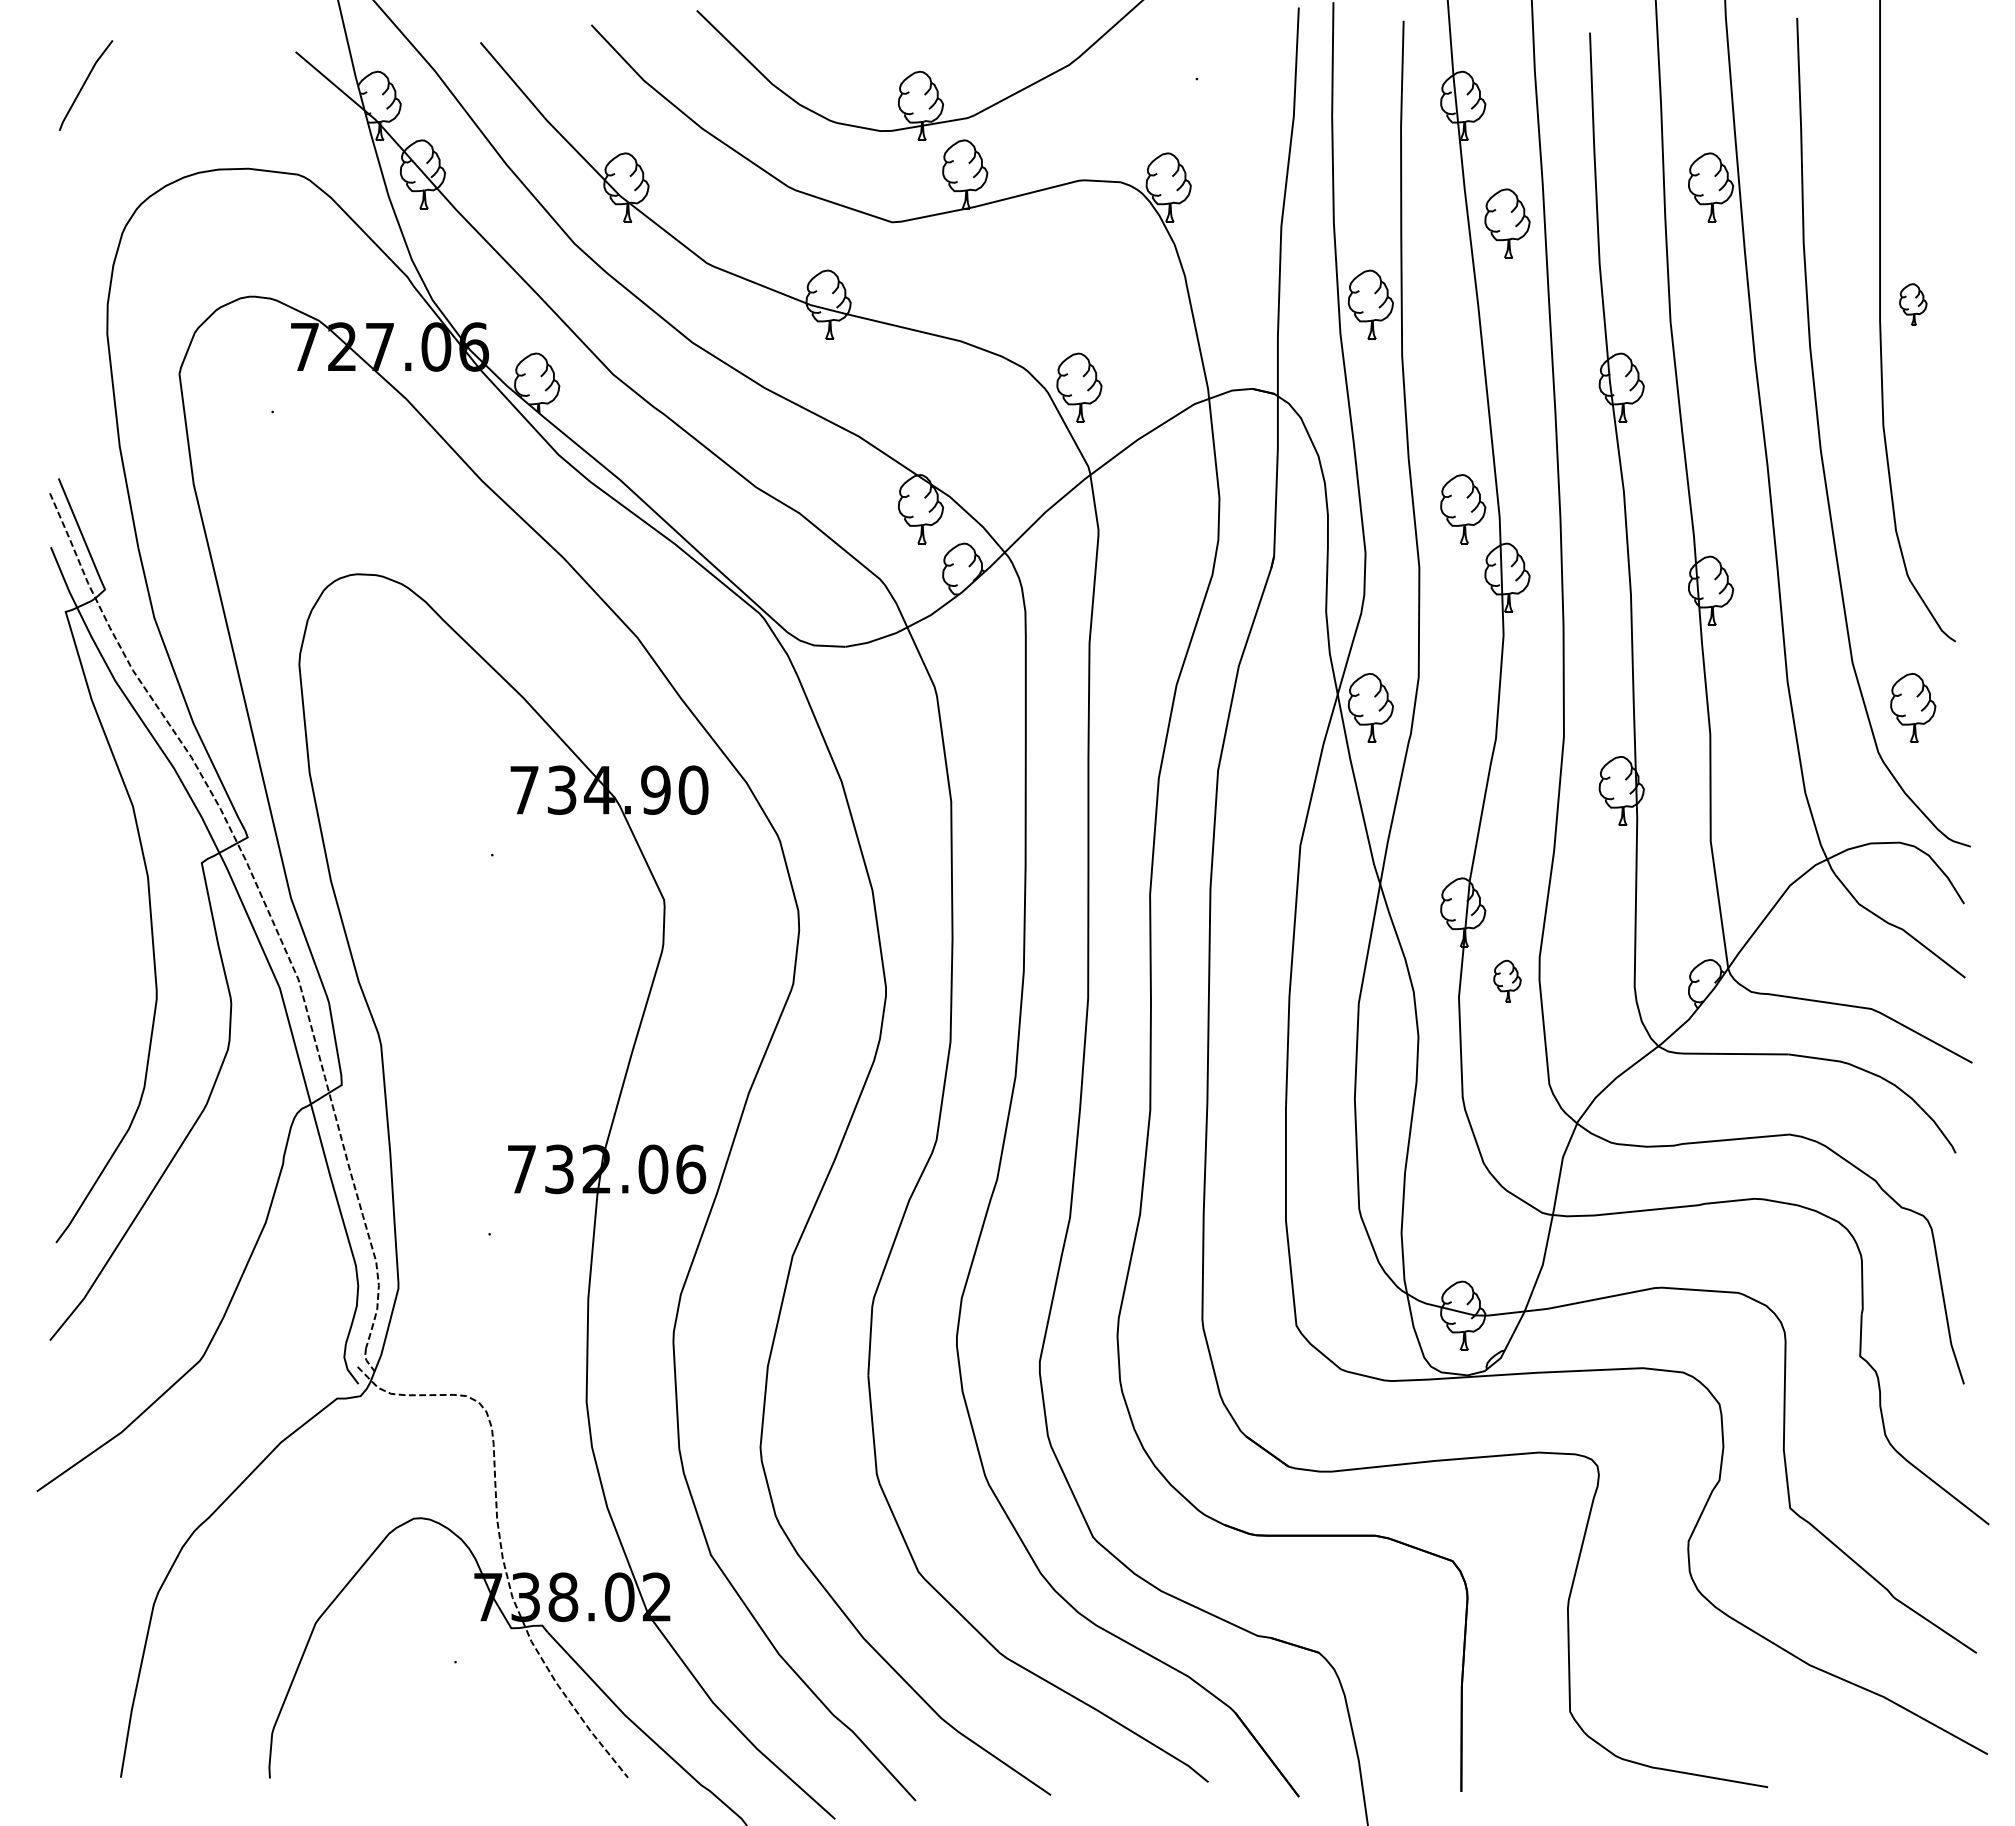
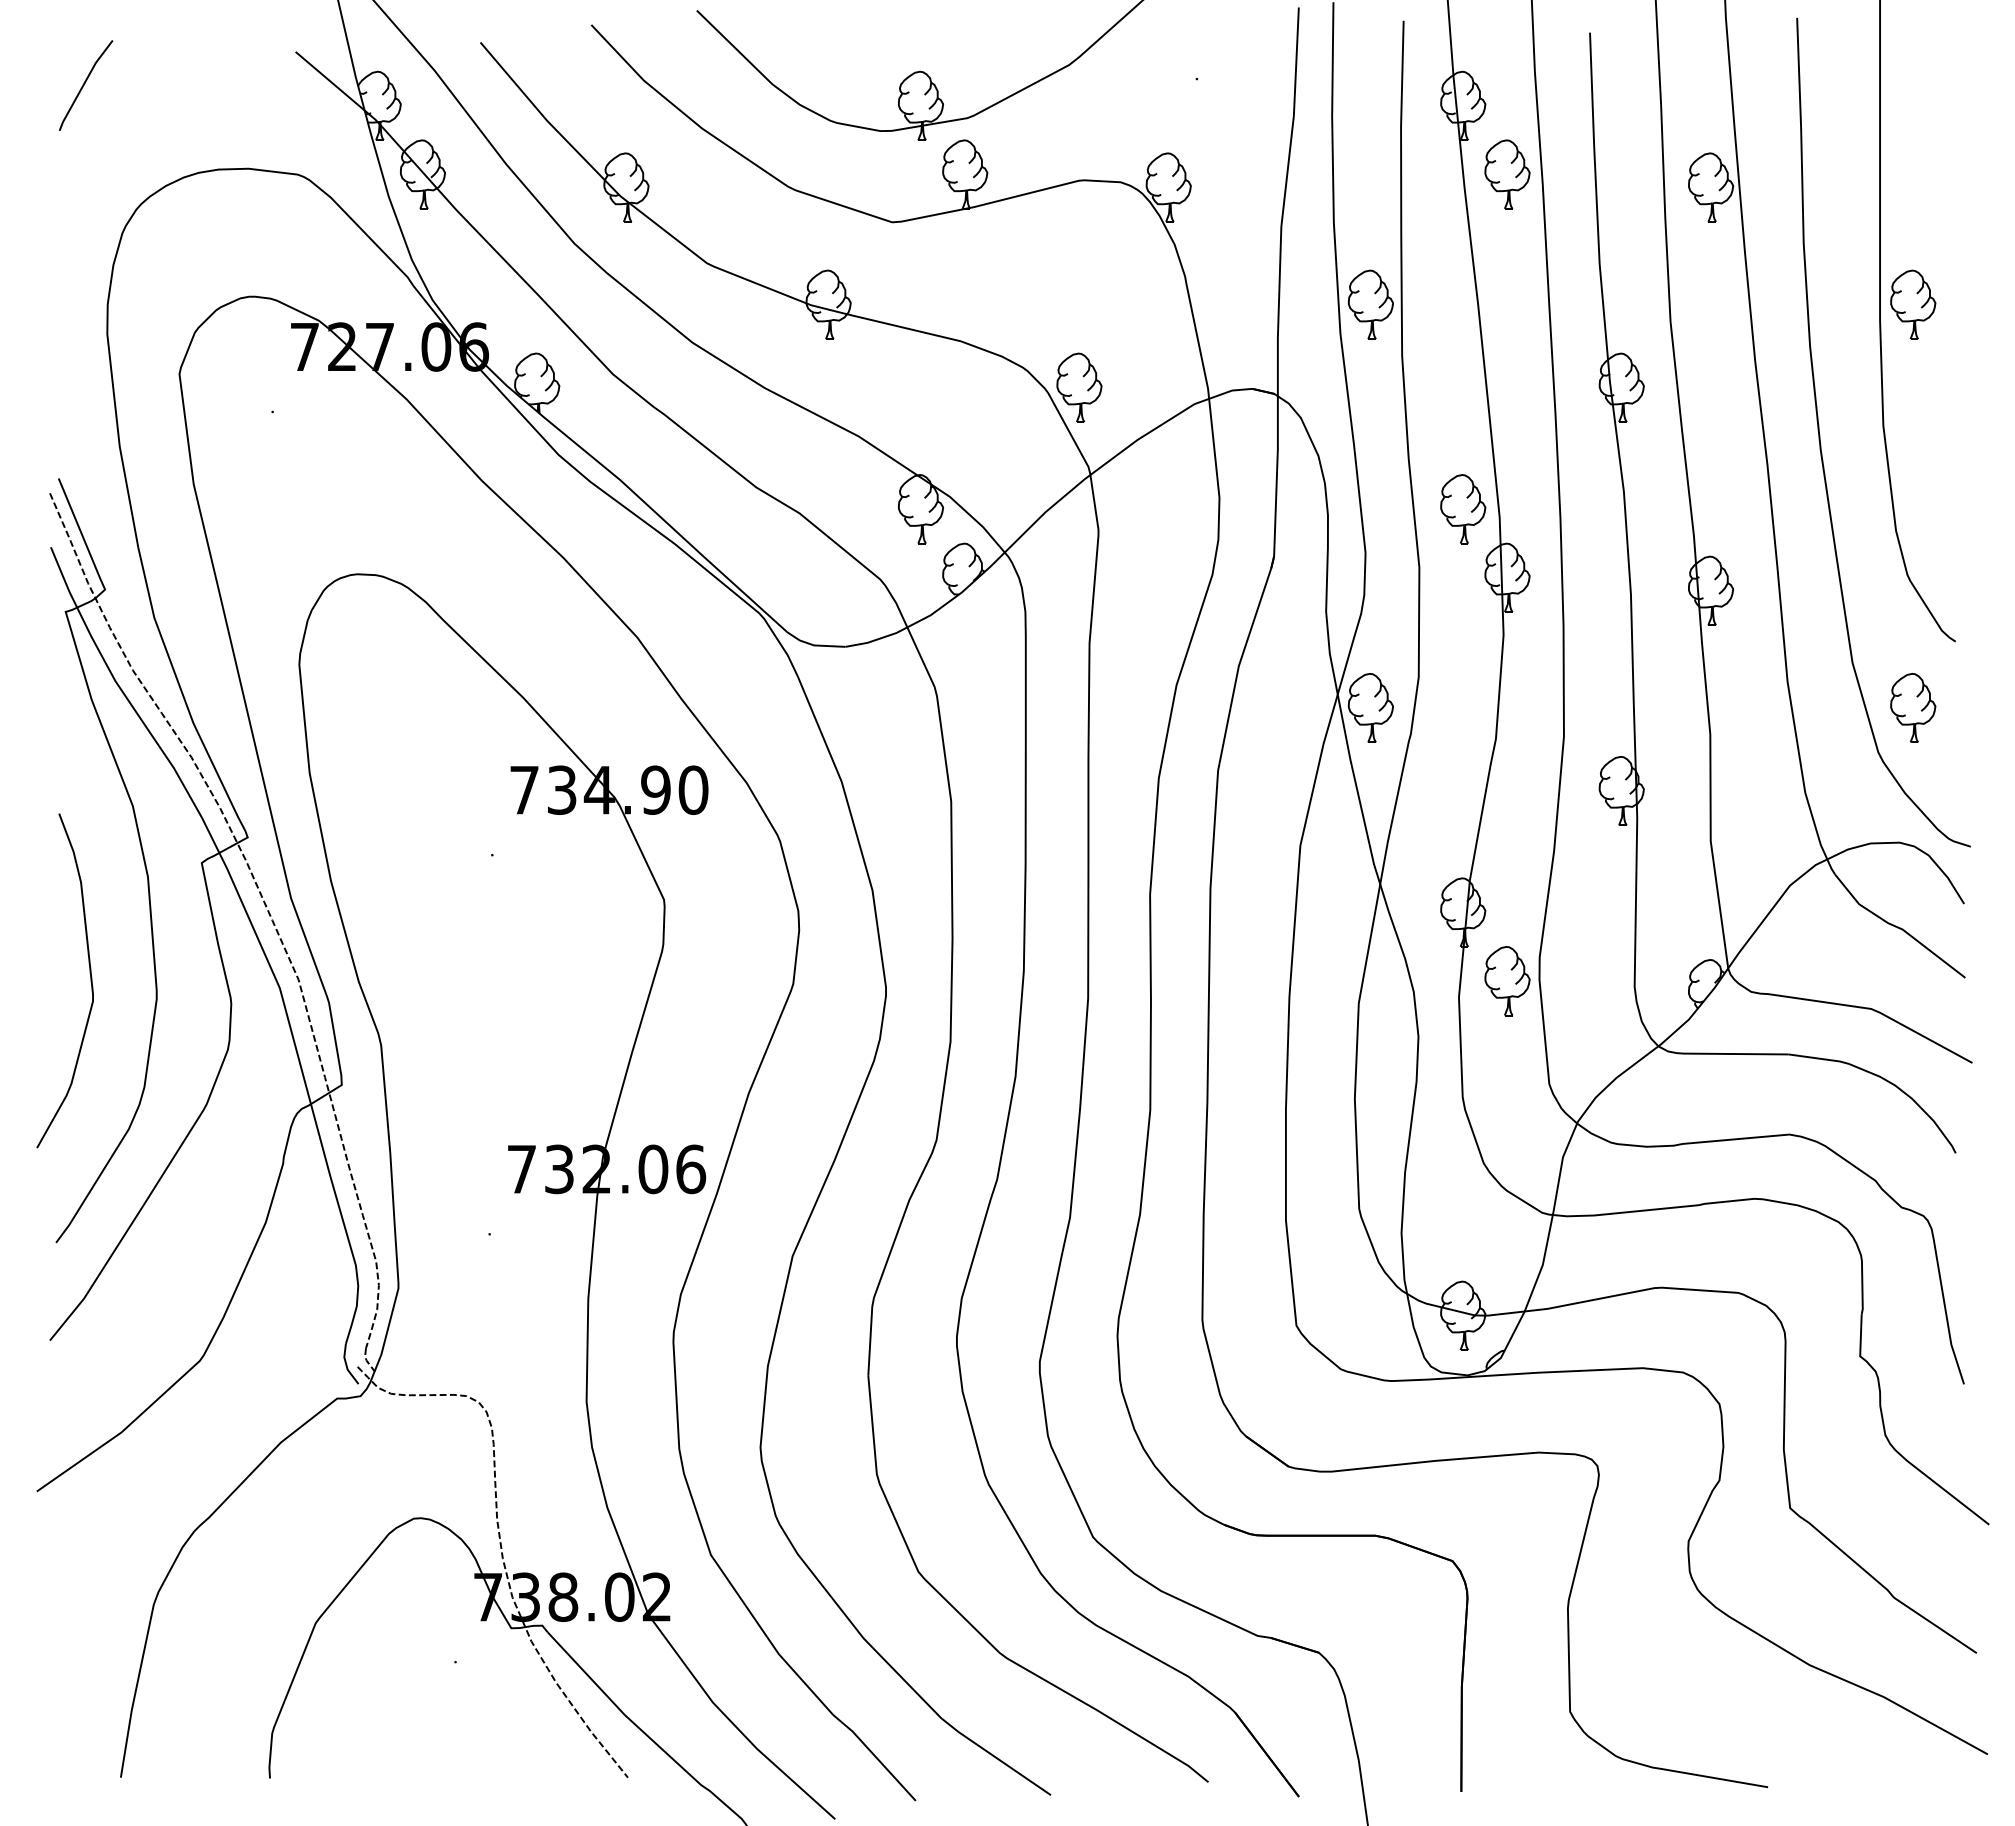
part at (1507, 223) position: (1507, 223) -> (1507, 174)
part at (1913, 304) size: 29x43 px -> 47x71 px
curve at (89, 973): none -> present
part at (1507, 980) size: 29x44 px -> 47x71 px
